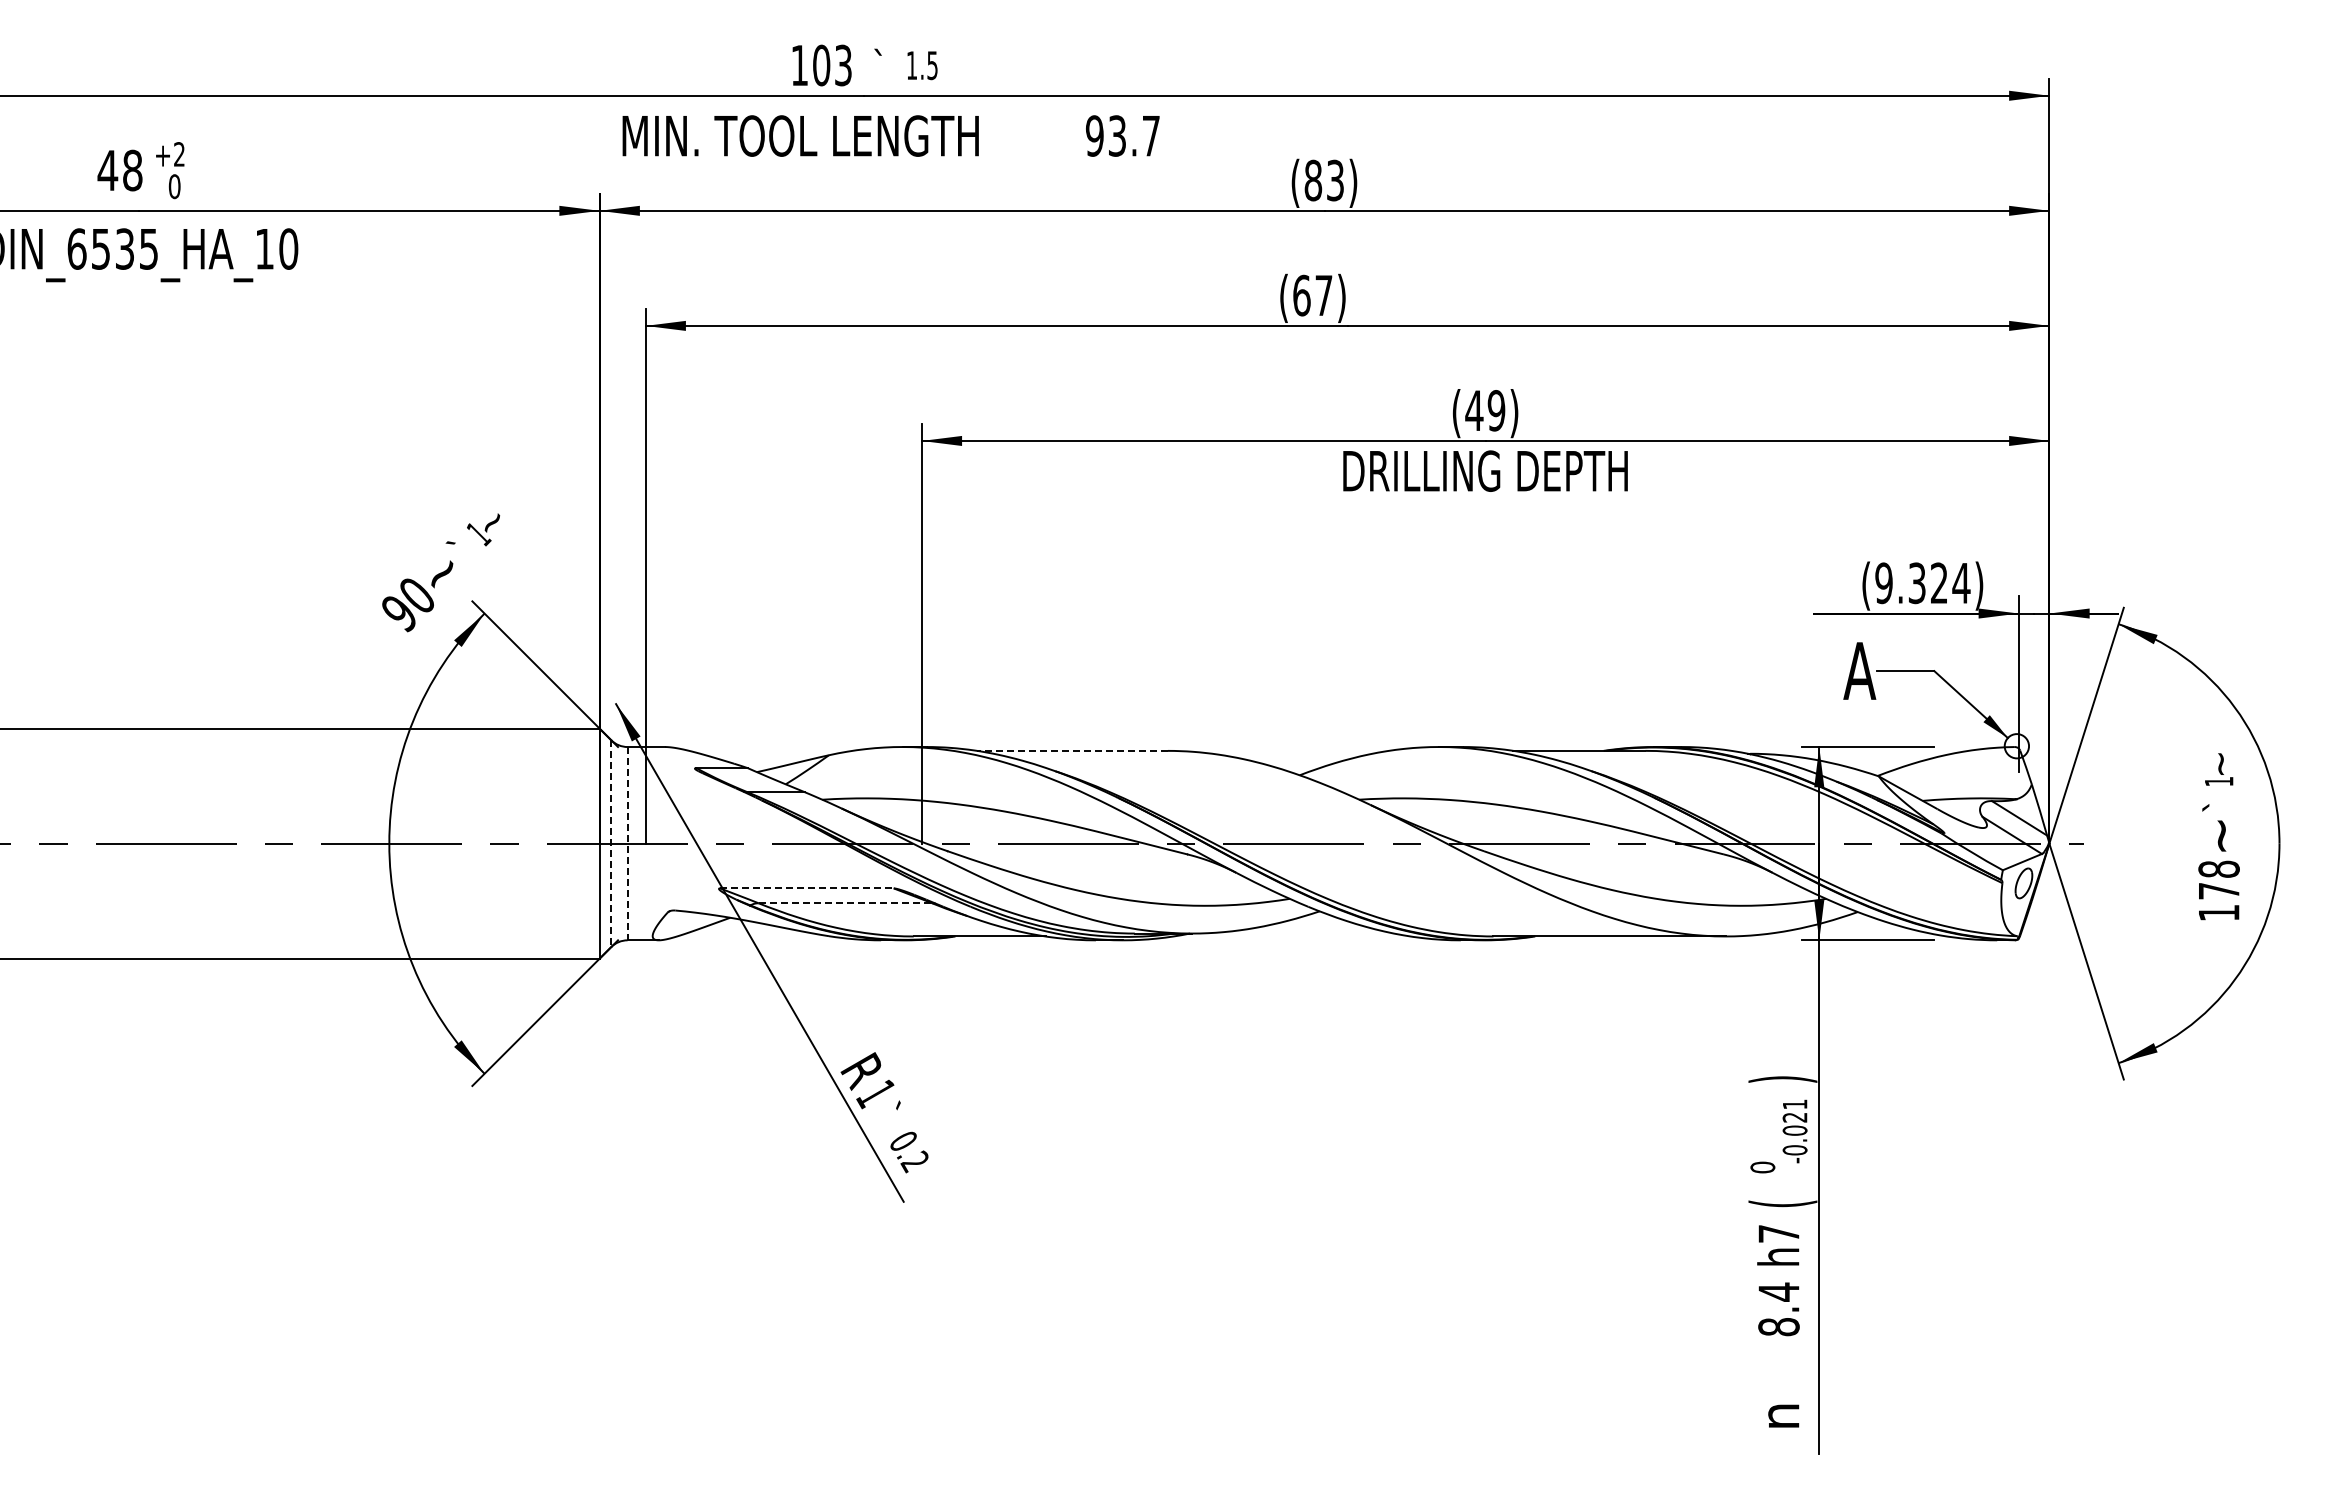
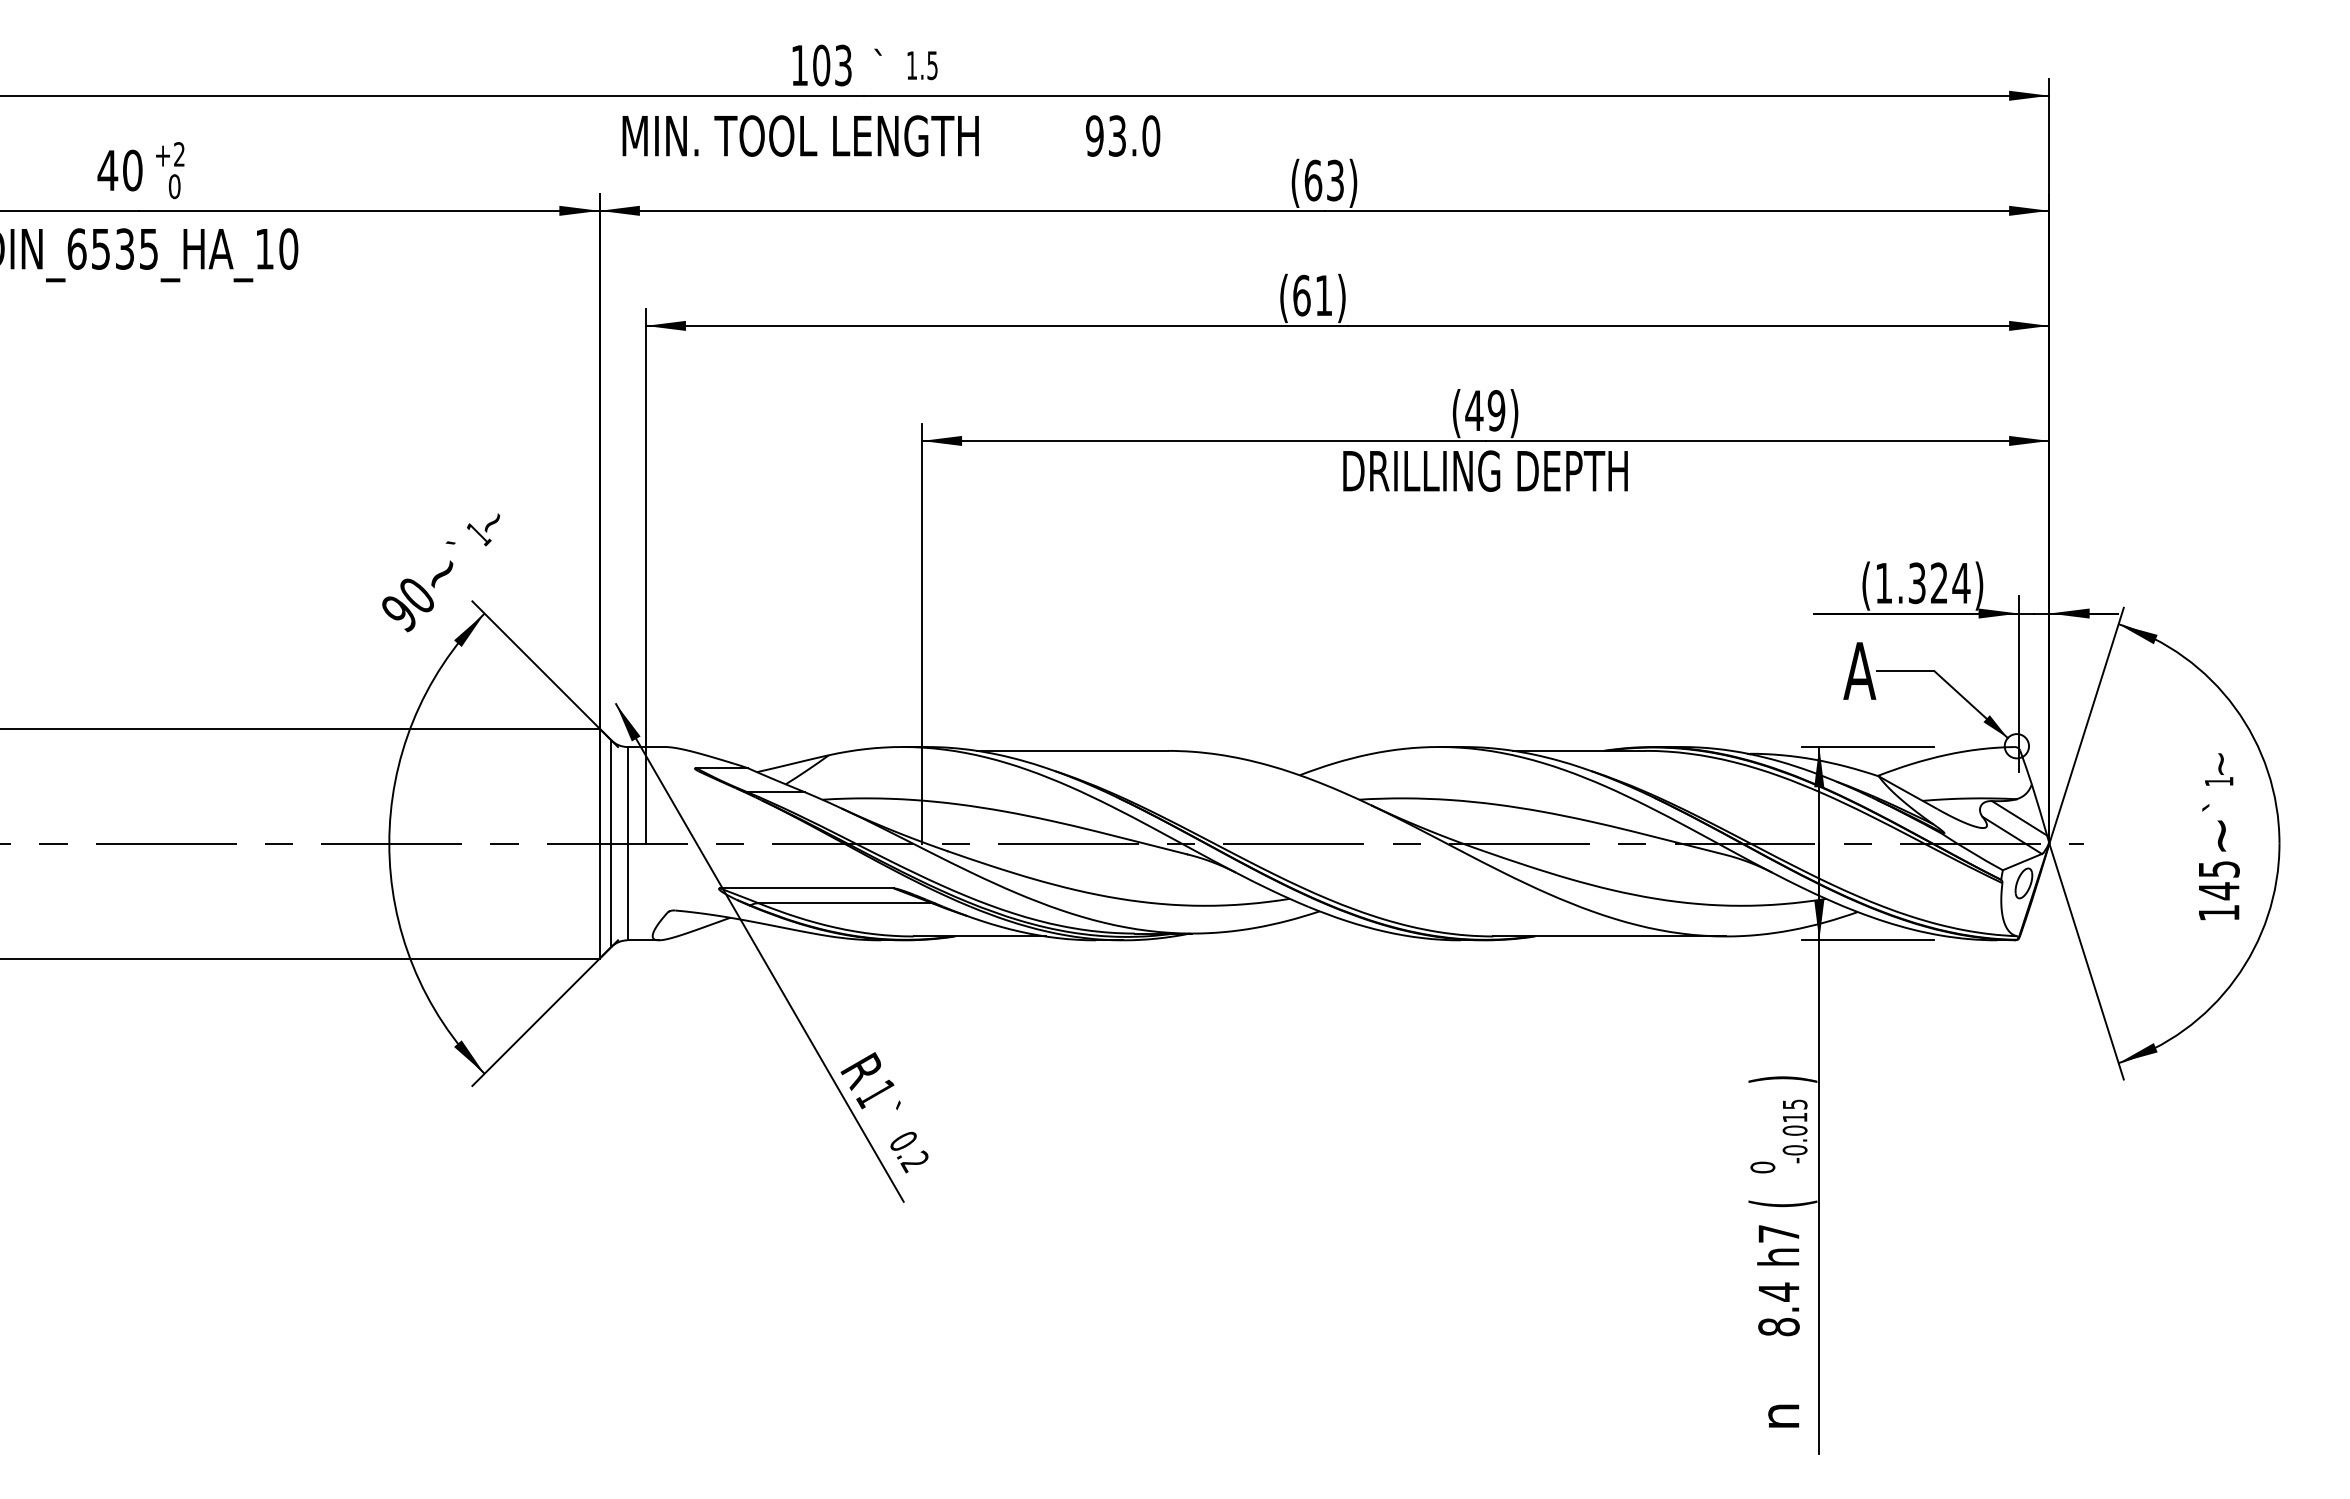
text at (1151, 135): 93.7 -> 93.0
text at (132, 170): 48 -> 40
text at (1313, 180): (83) -> (63)
text at (1323, 295): (67) -> (61)
text at (1883, 583): (9.324) -> (1.324)
line at (1072, 750): dashed -> solid
line at (627, 843): dashed -> solid
line at (611, 844): dashed -> solid
text at (2218, 880): 178 -> 145
line at (806, 888): dashed -> solid
line at (845, 903): dashed -> solid
text at (1794, 1110): -0.021 -> -0.015
